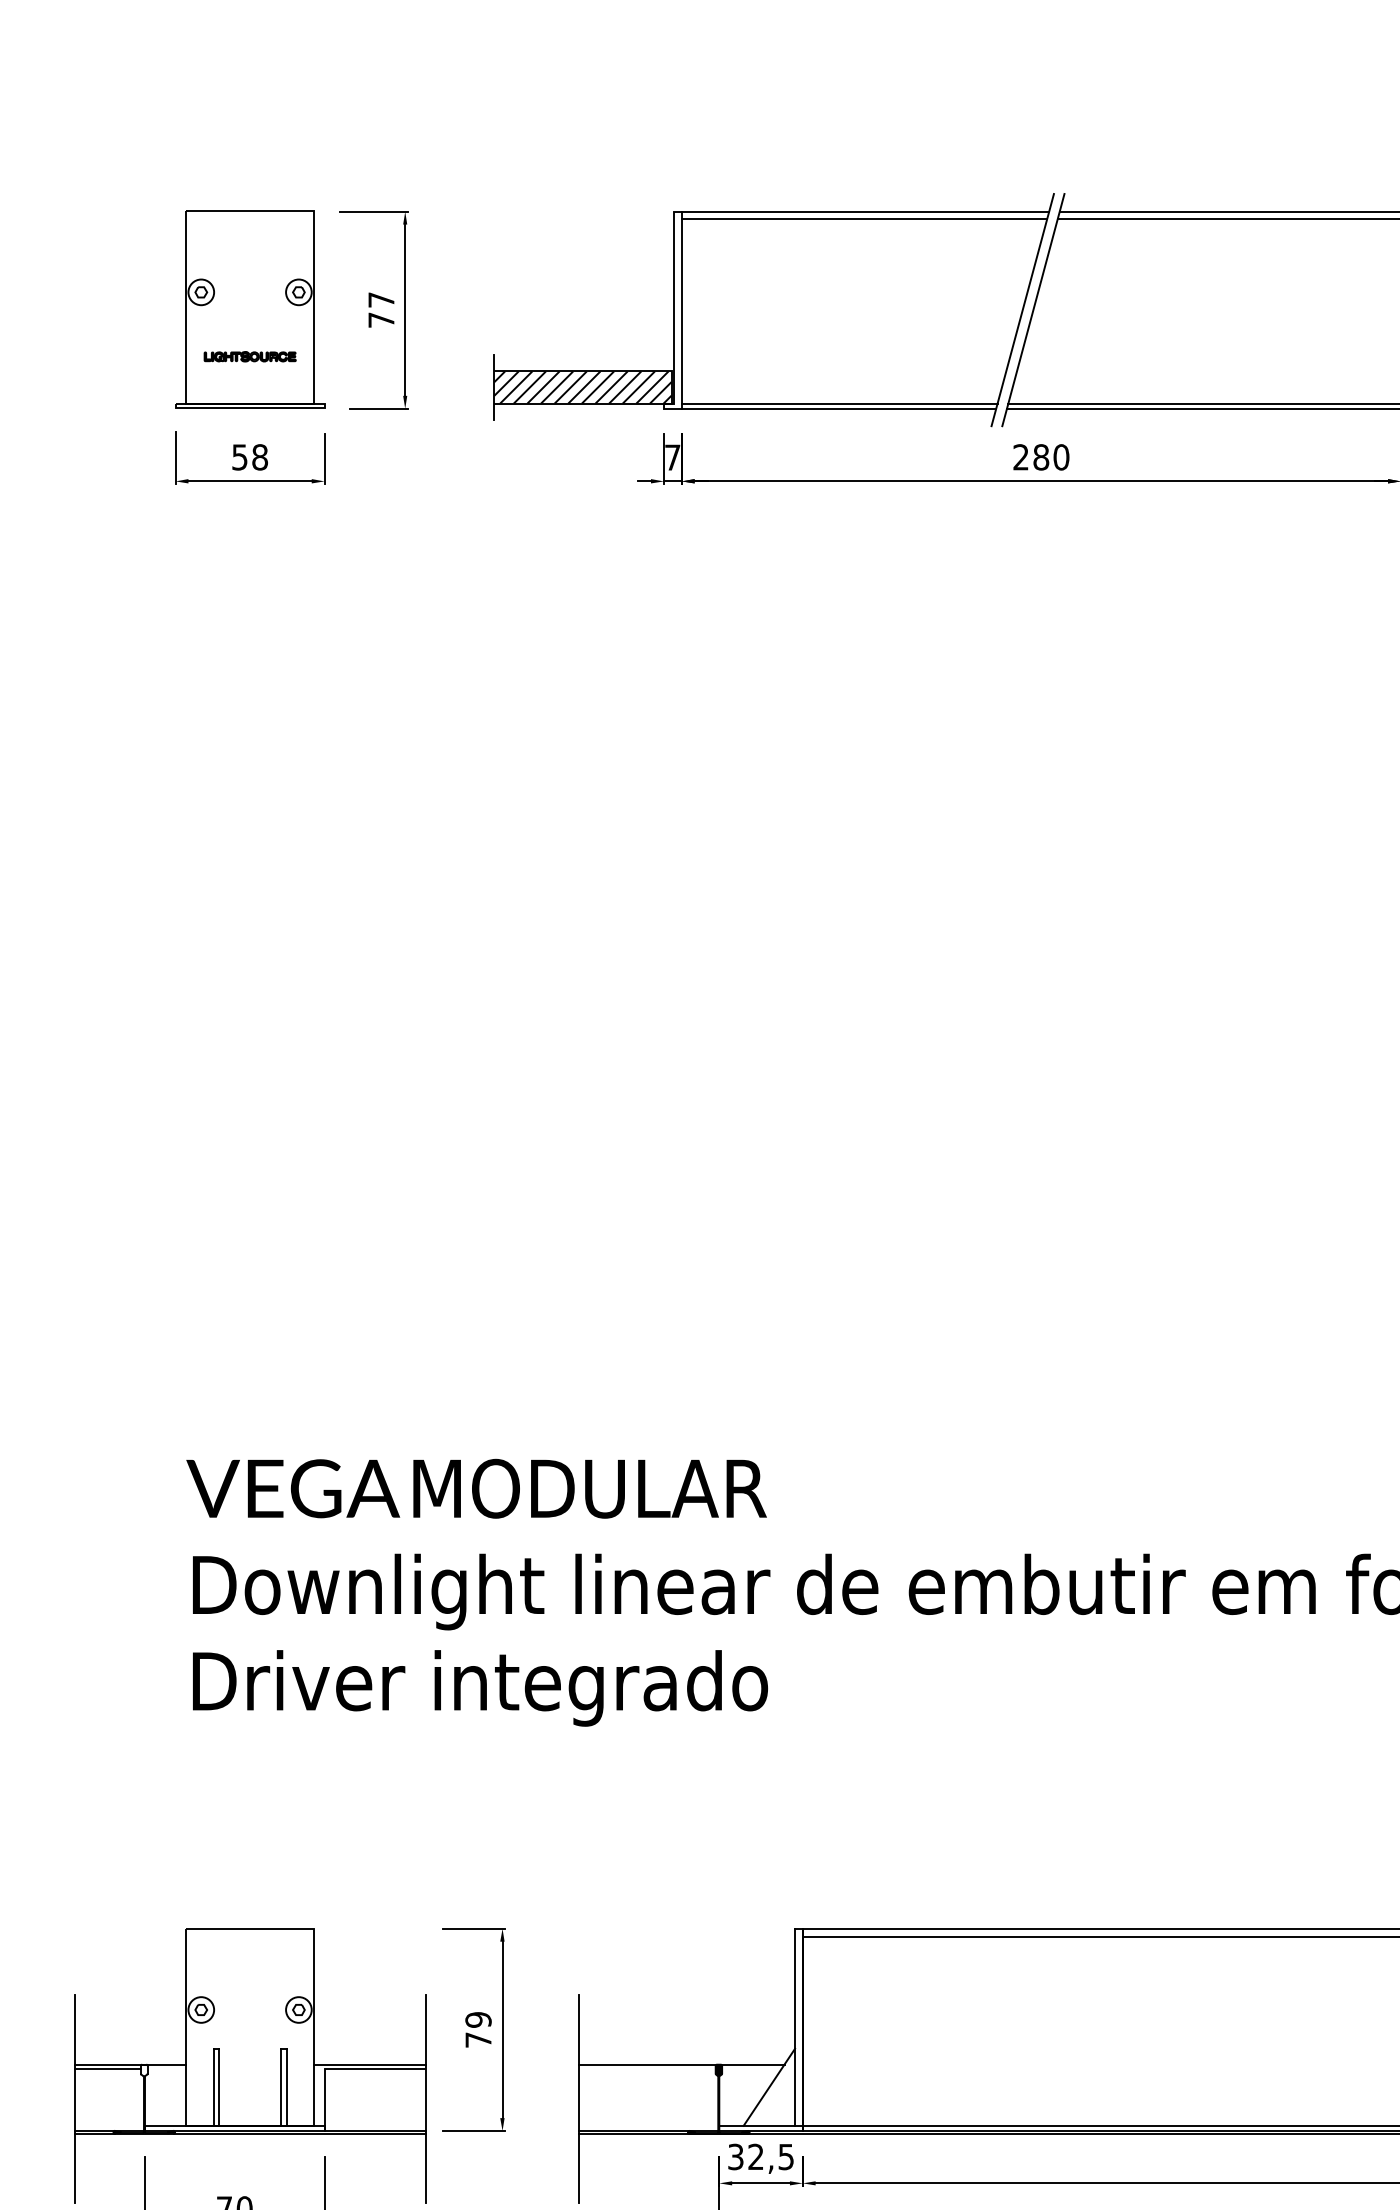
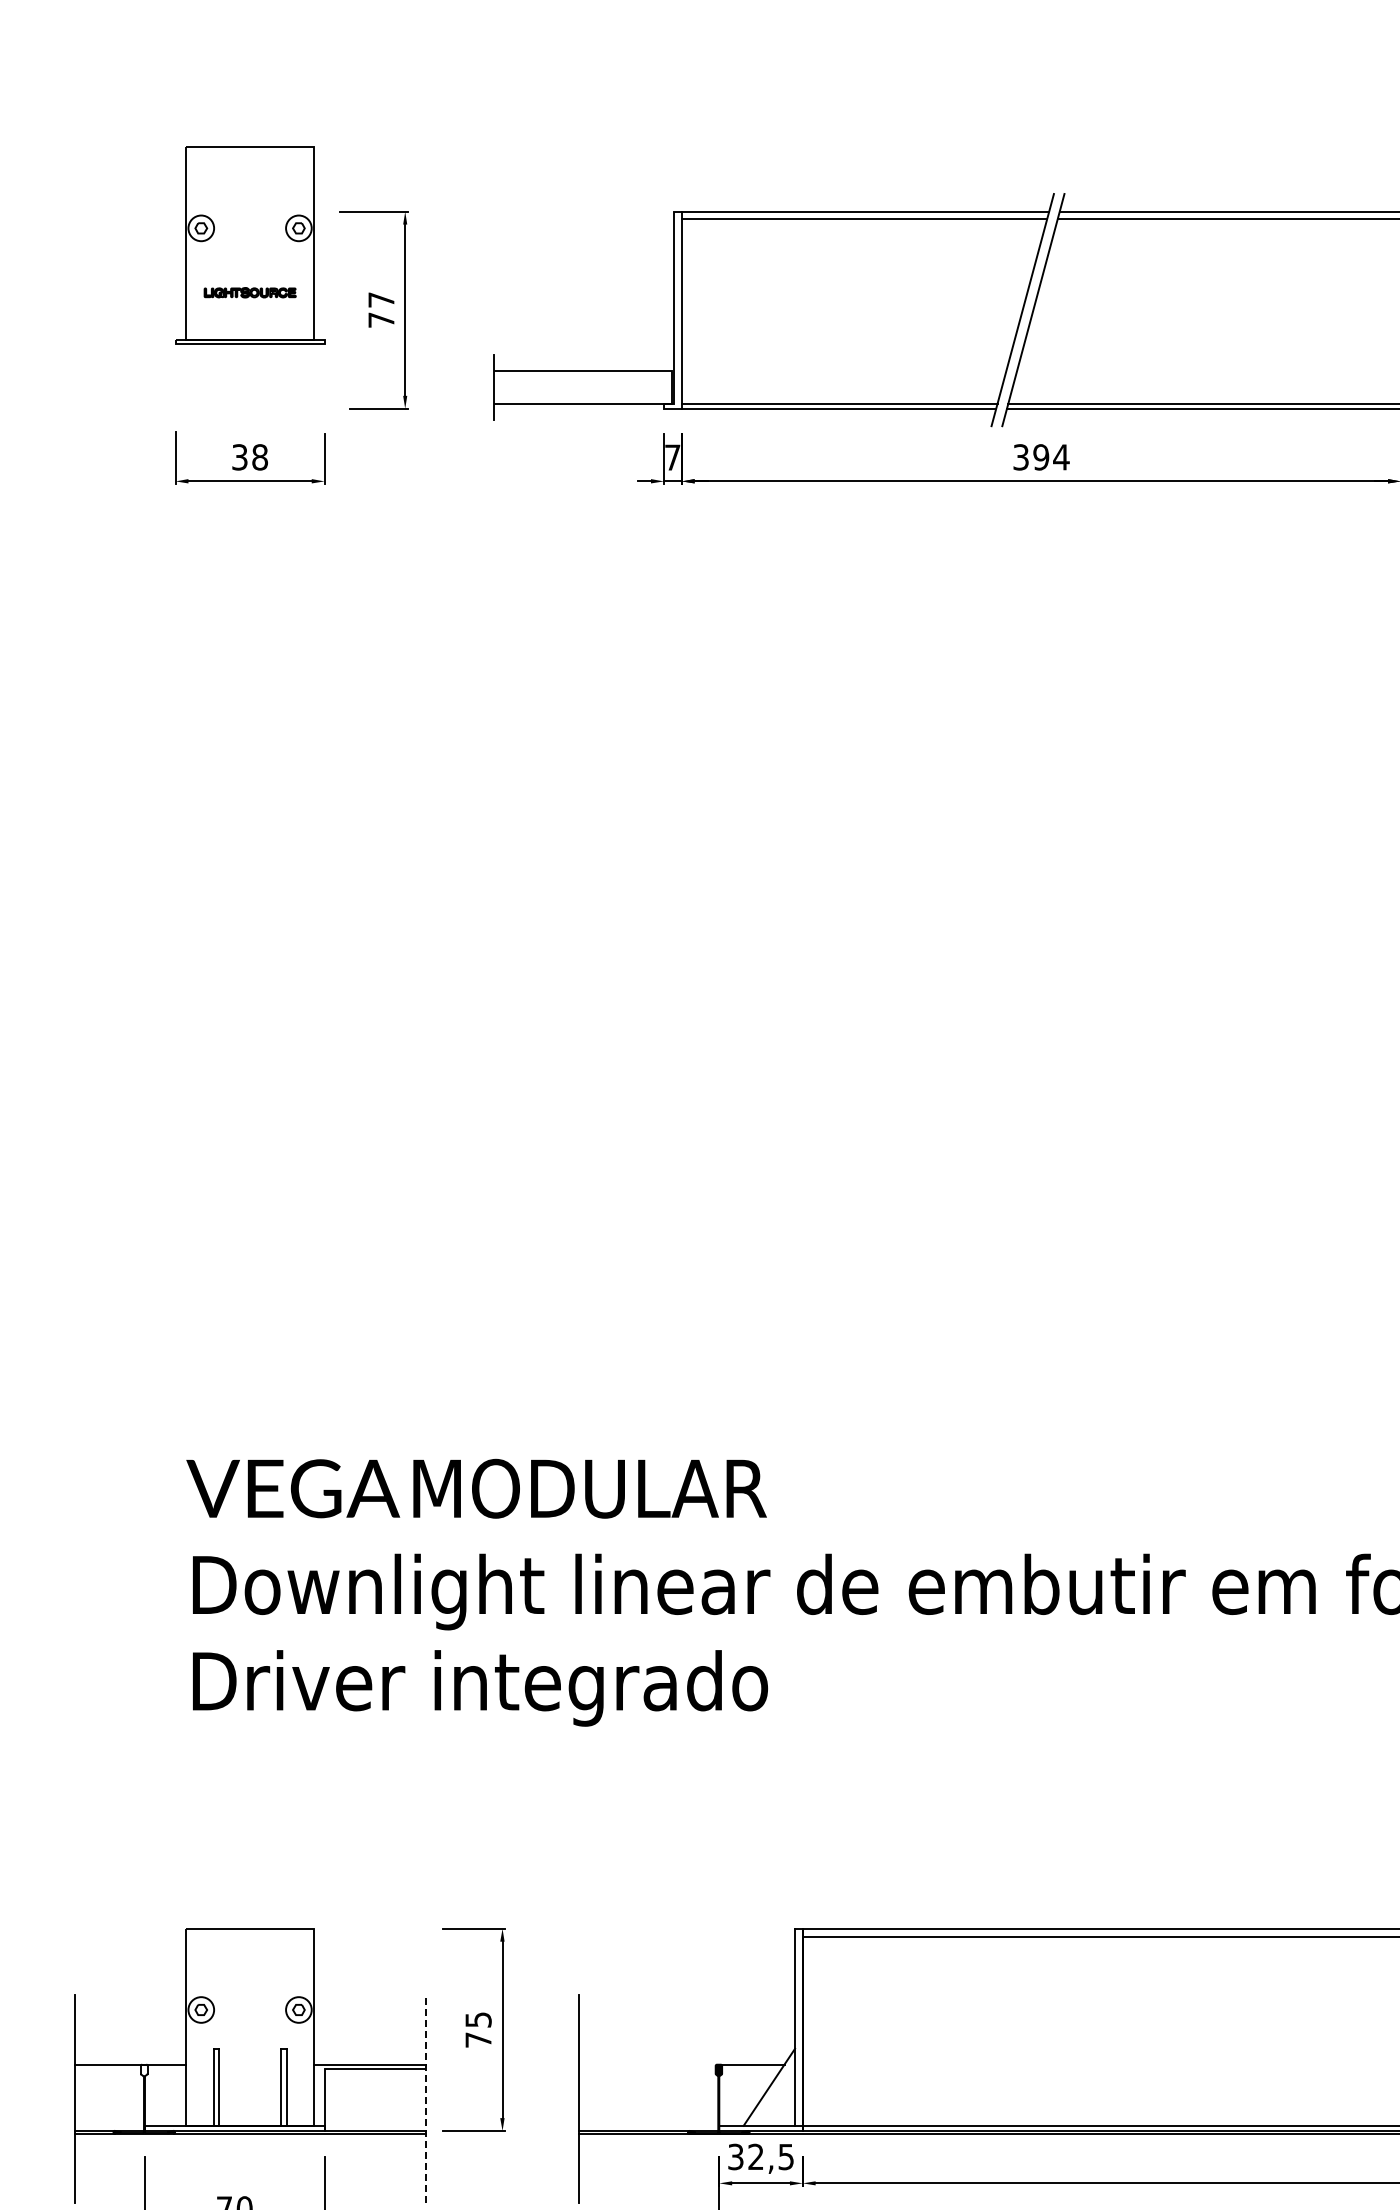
part at (250, 309) position: (250, 309) -> (250, 245)
hatch at (582, 387): present -> none
text at (240, 456): 58 -> 38
text at (1041, 457): 280 -> 394
text at (478, 2019): 79 -> 75
line at (648, 2064): present -> none
line at (107, 2069): present -> none
line at (425, 2098): solid -> dashed
